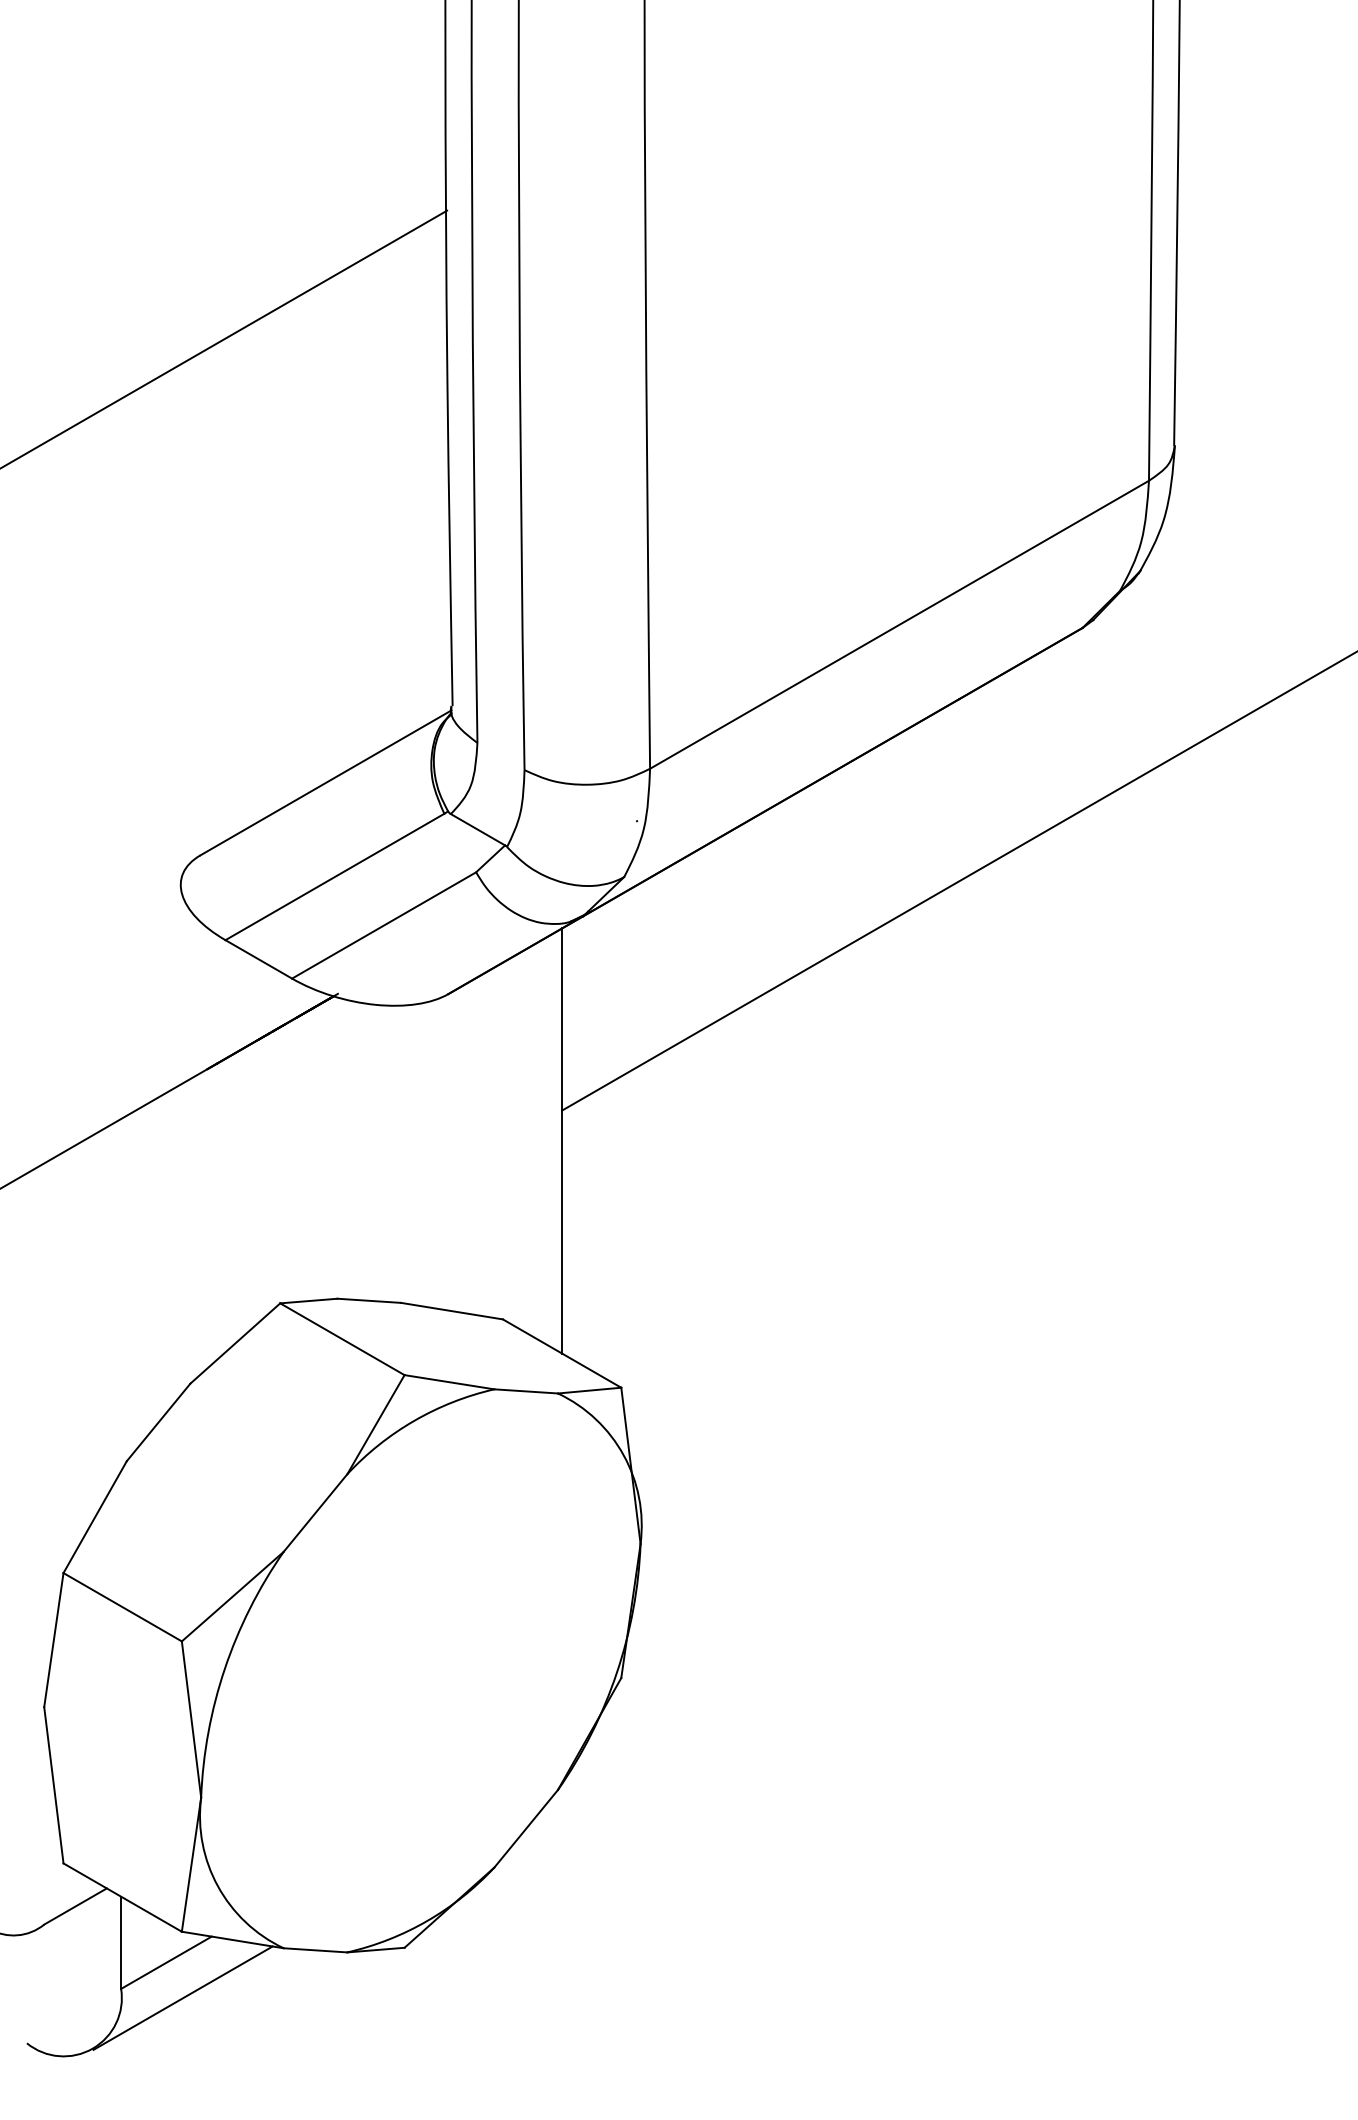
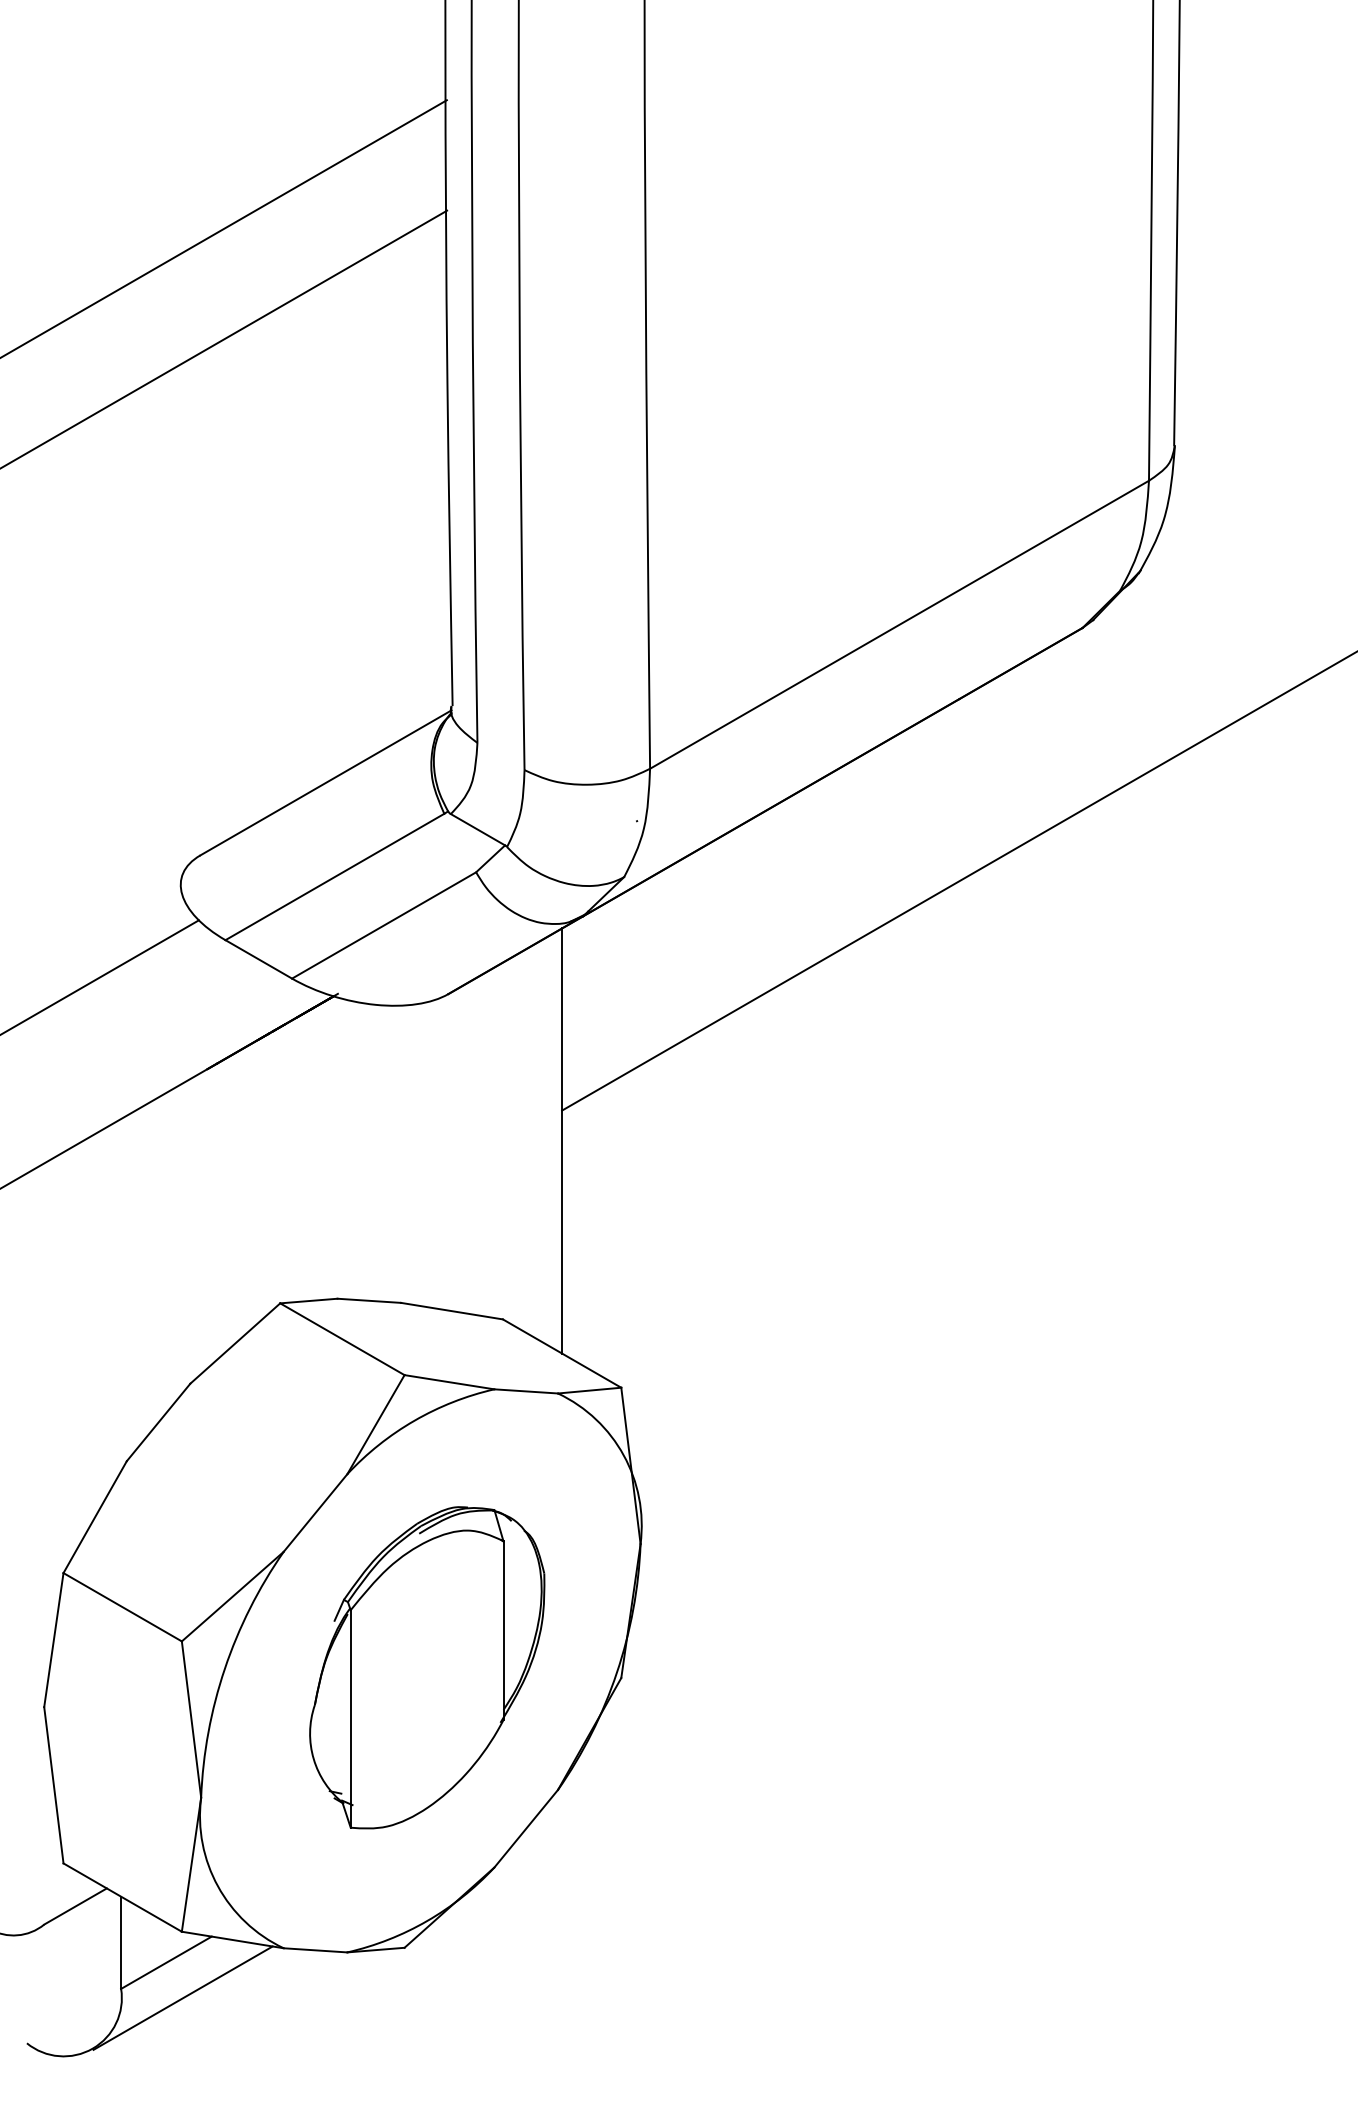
line at (224, 228): none -> present
line at (100, 976): none -> present
part at (427, 1667): none -> present
